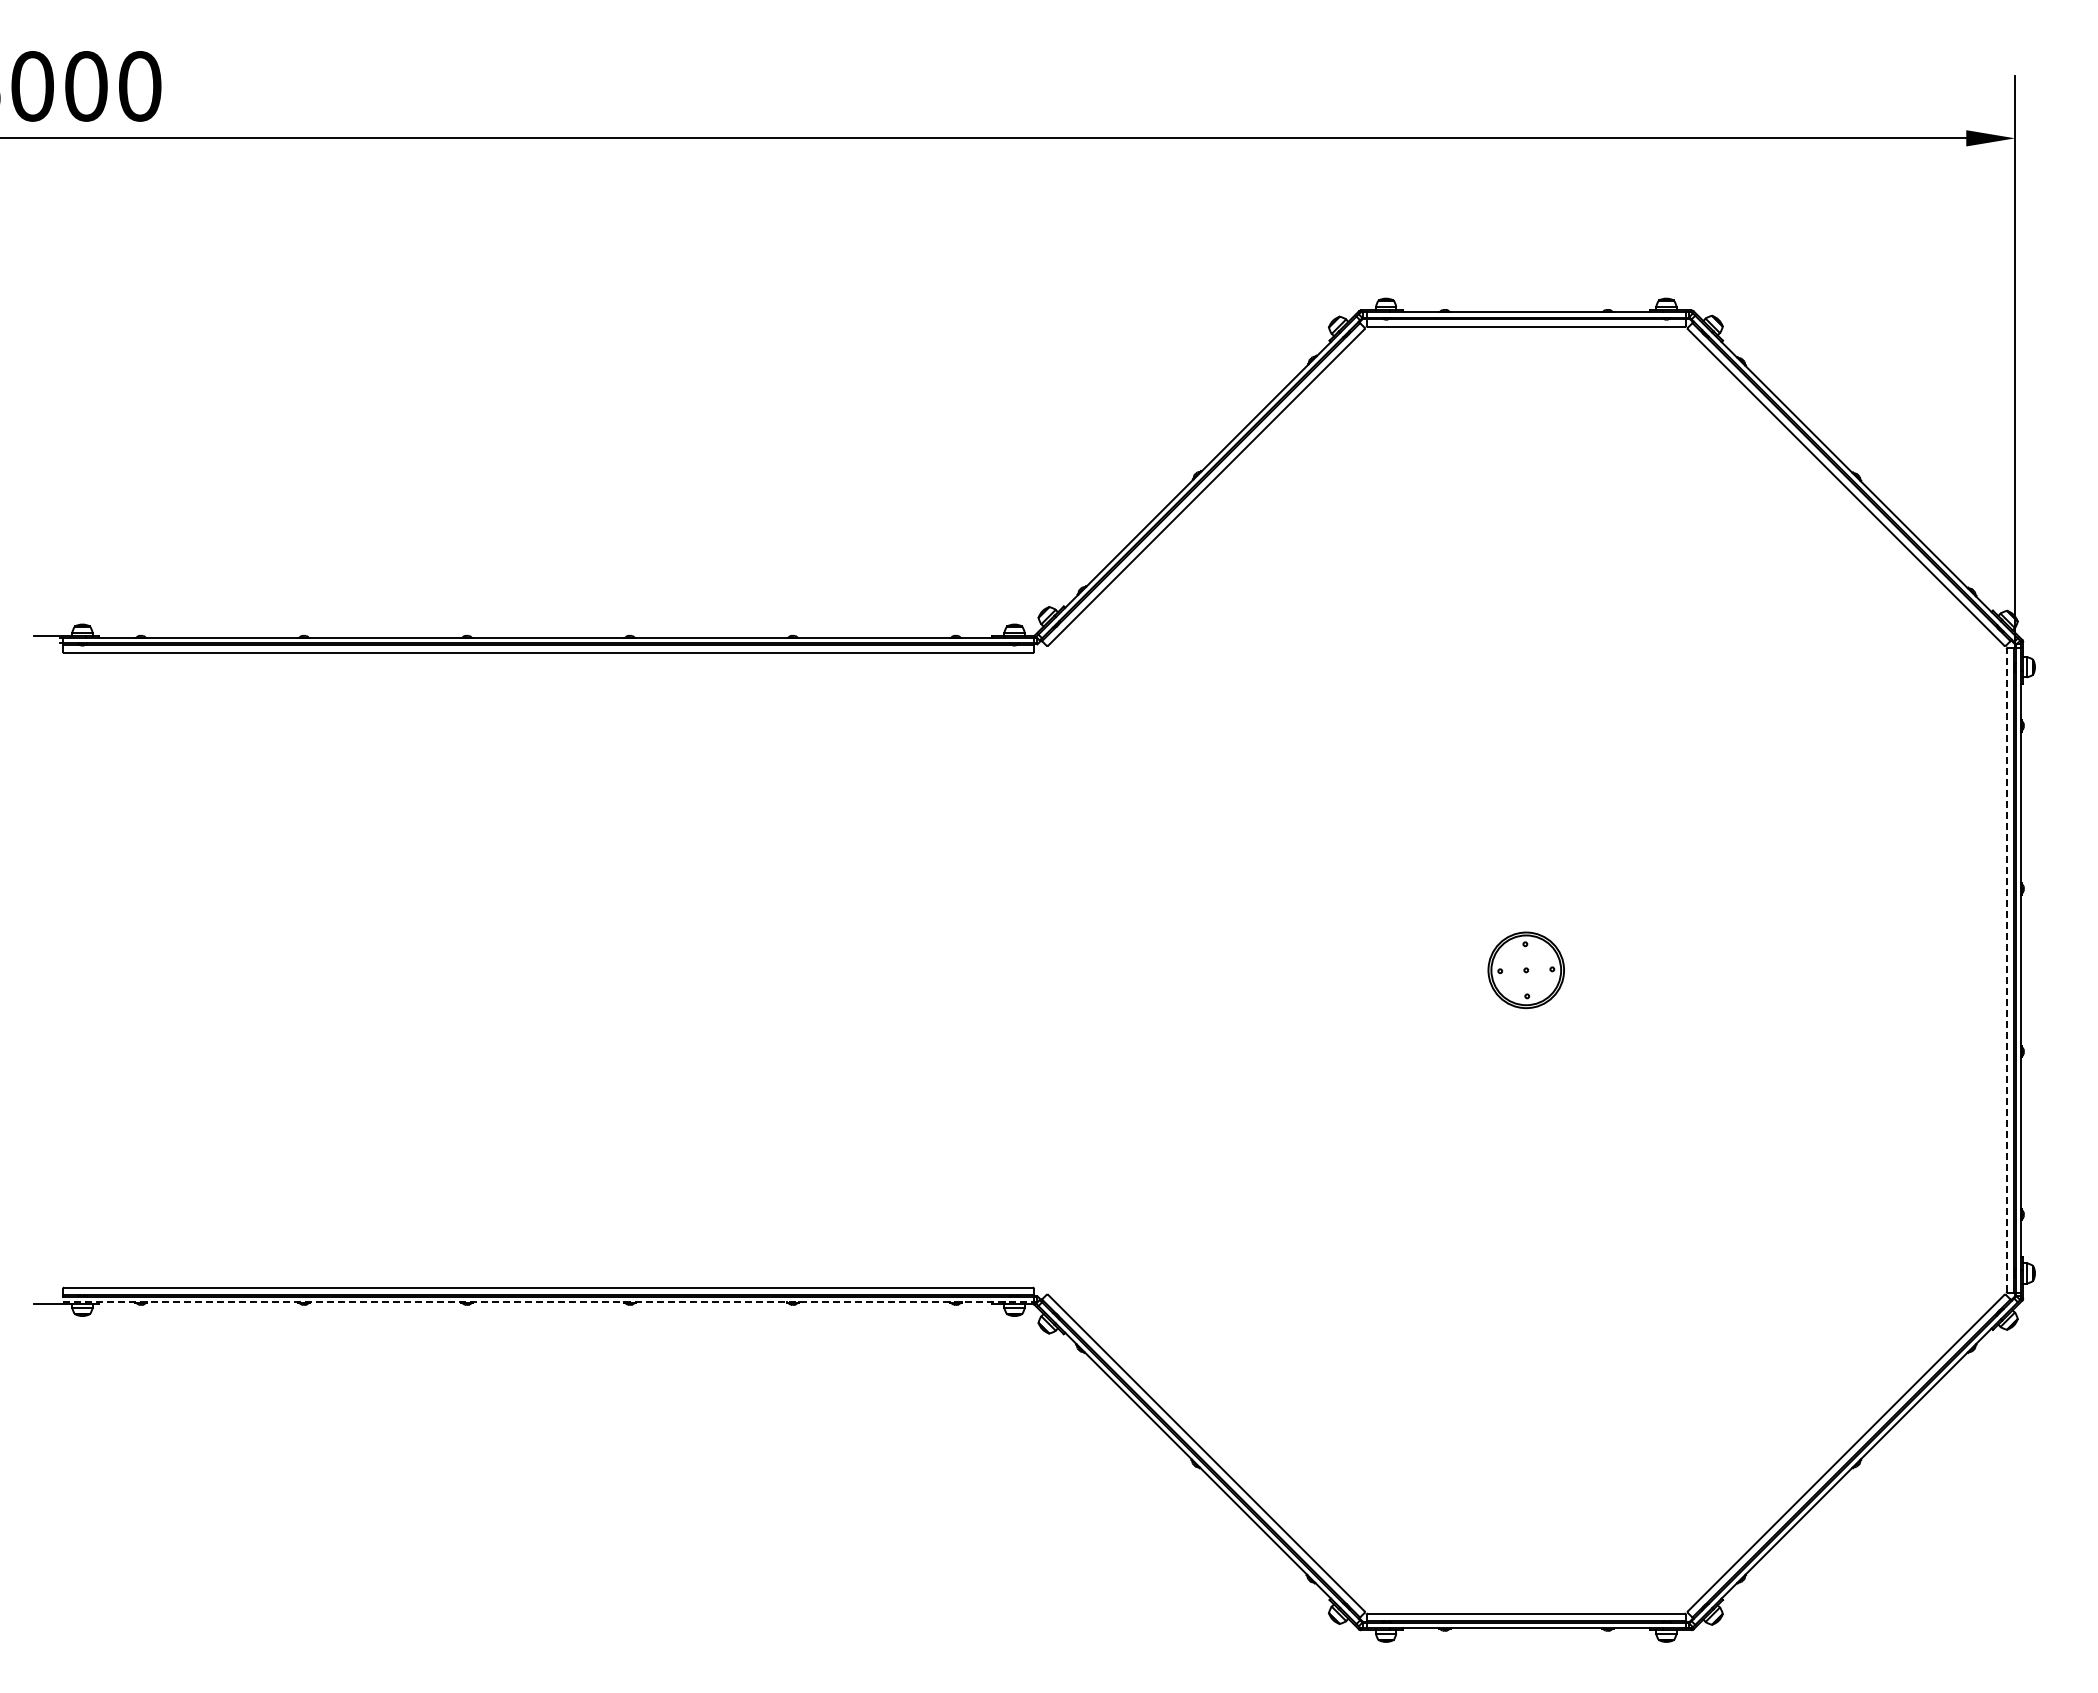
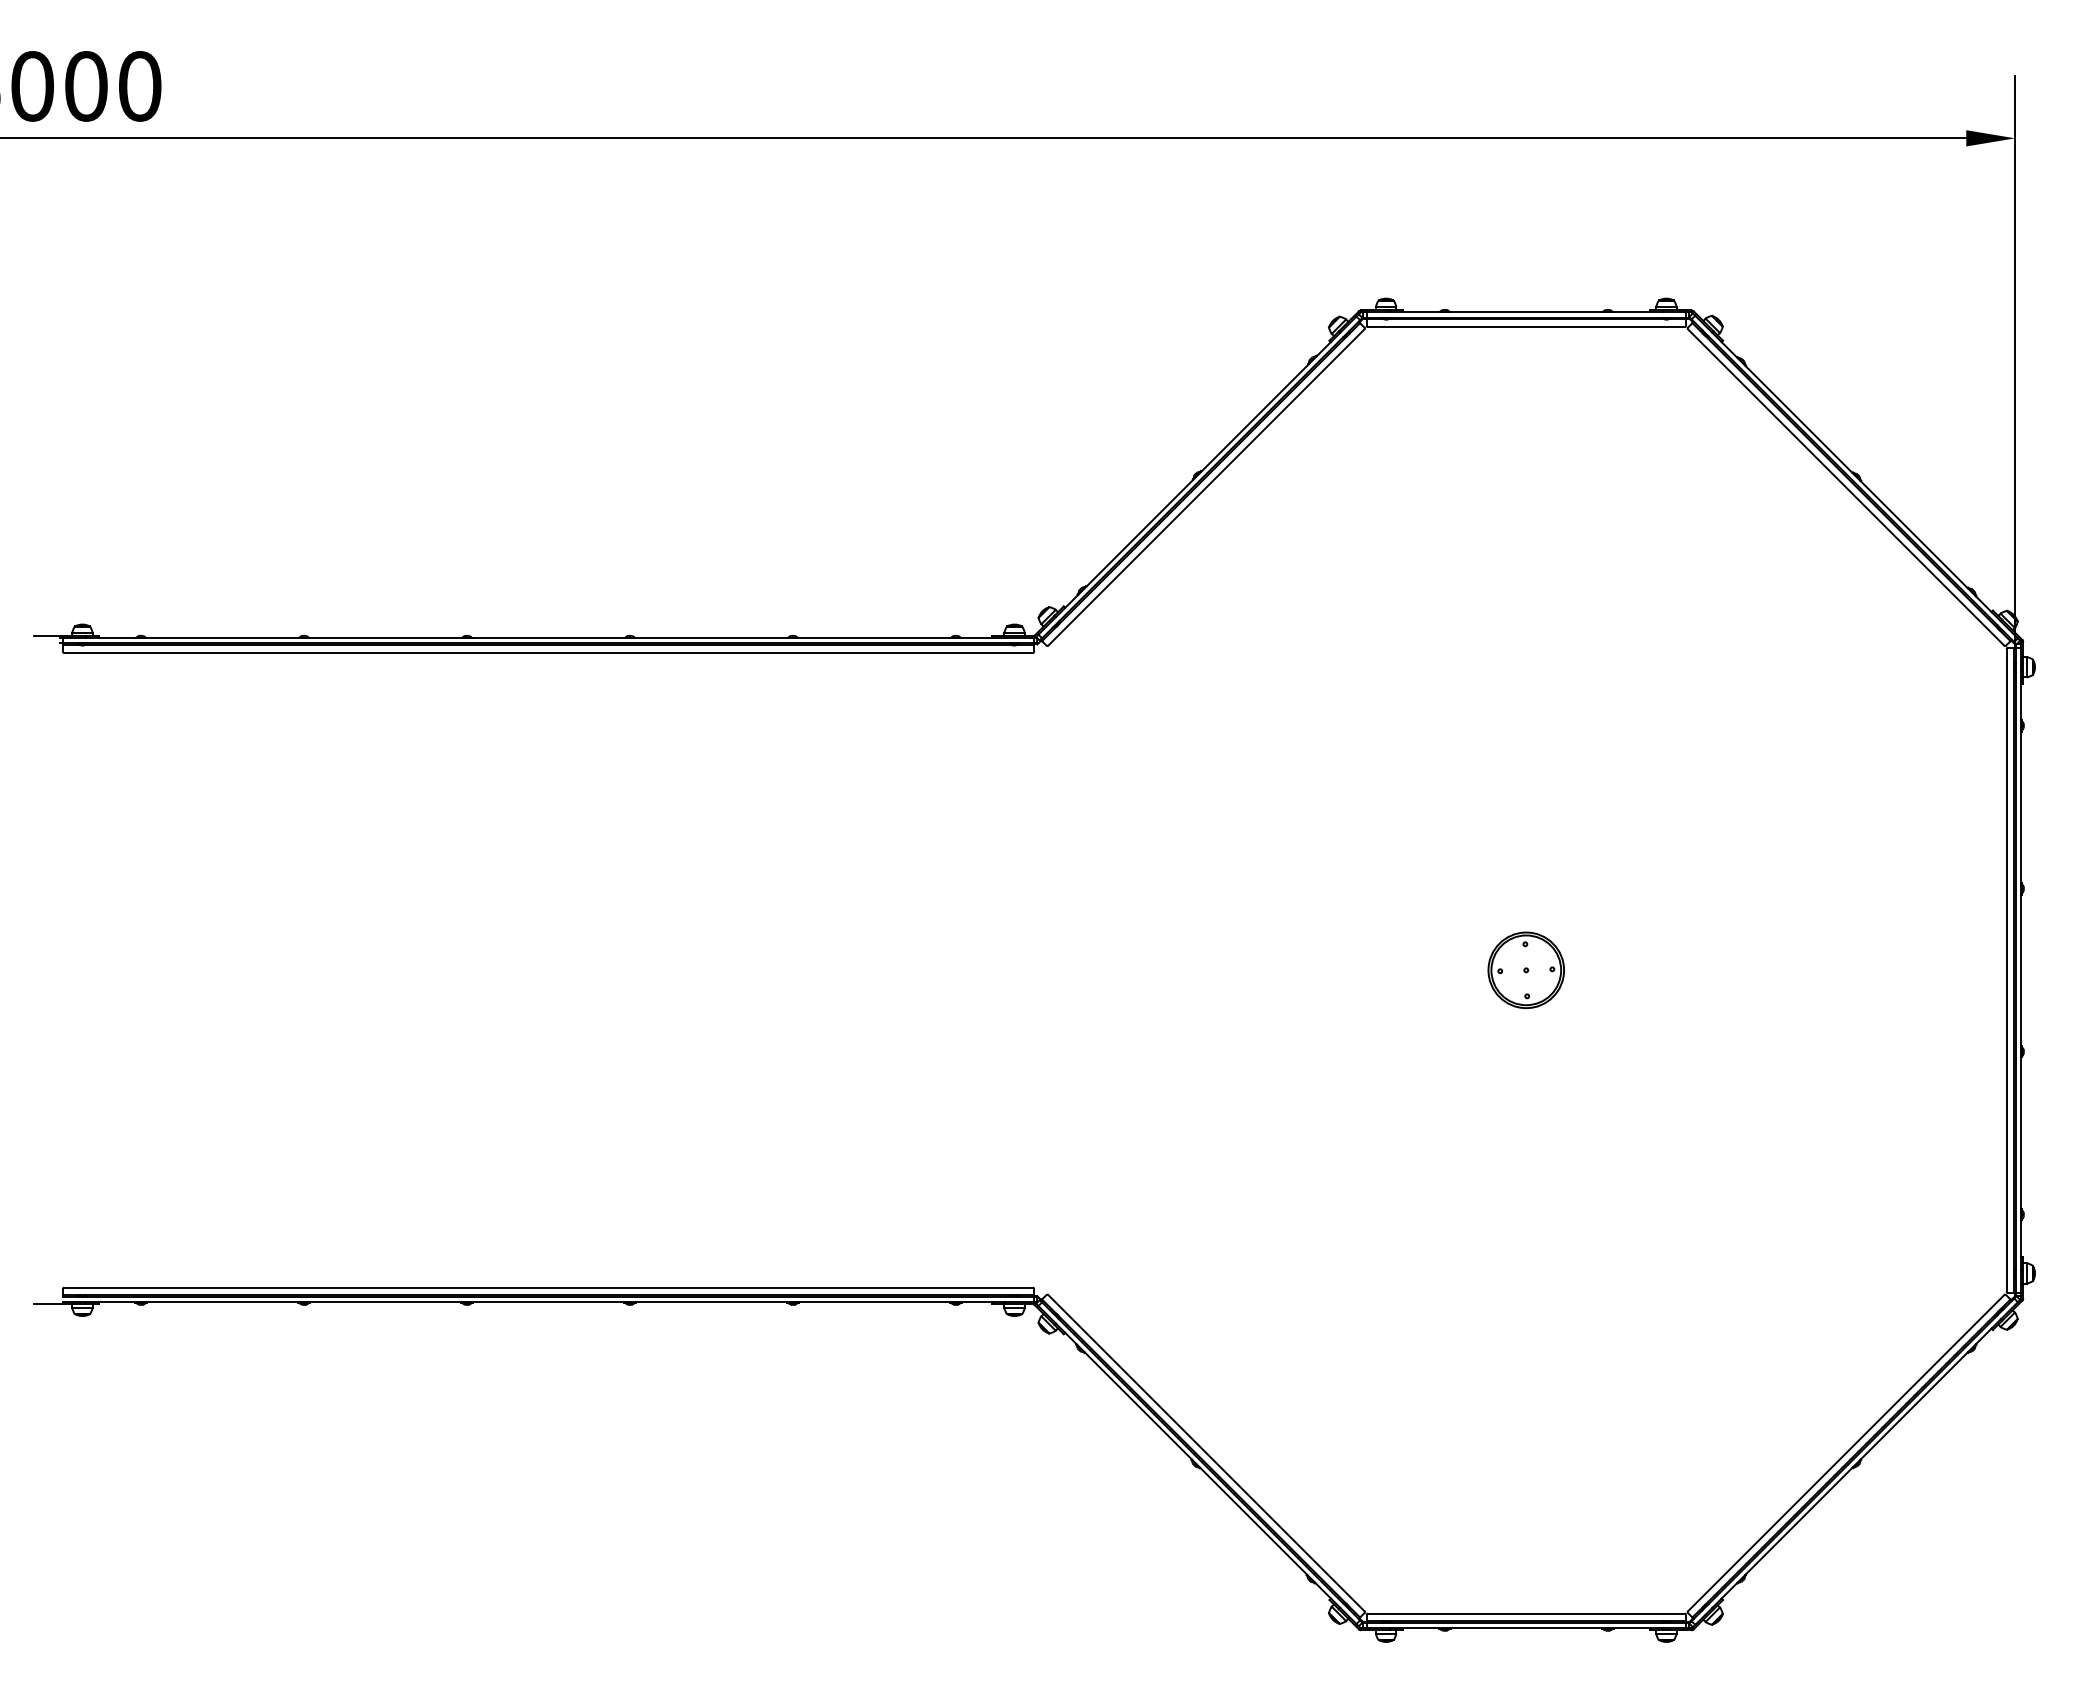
line at (2006, 969): dashed -> solid
line at (548, 1302): dashed -> solid
